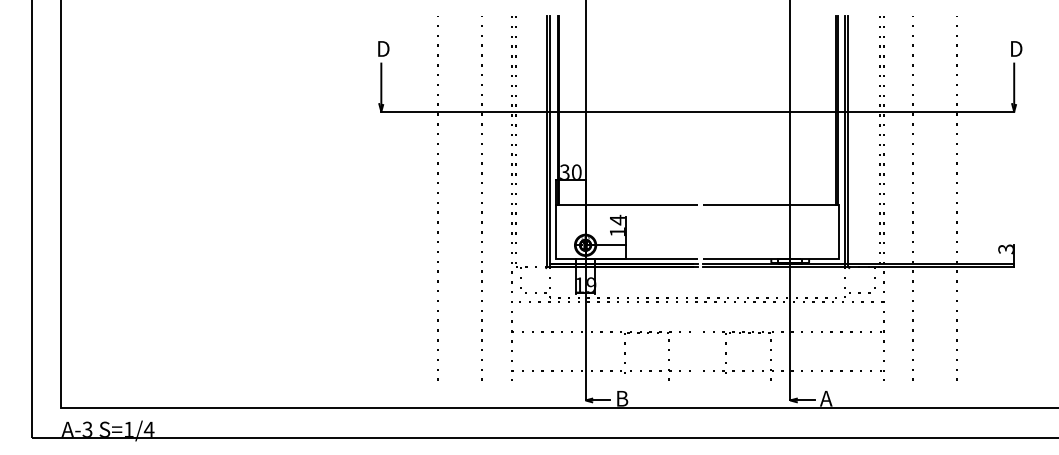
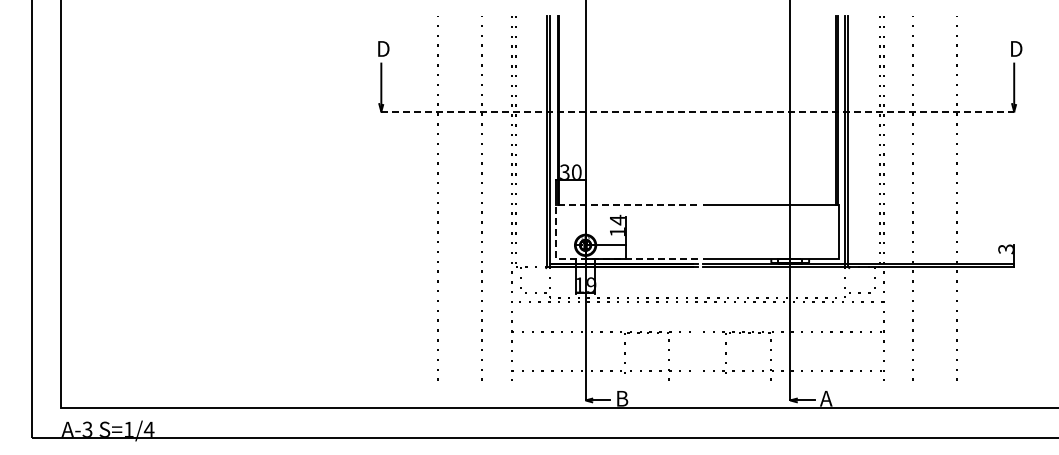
line at (698, 111): solid -> dashed
line at (556, 231): solid -> dashed
